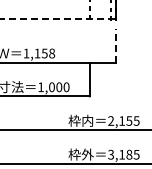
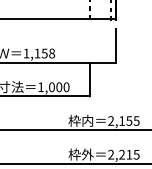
line at (57, 19): dashed -> solid
line at (115, 45): dashed -> solid
text at (120, 154): 3,185 -> 2,215
